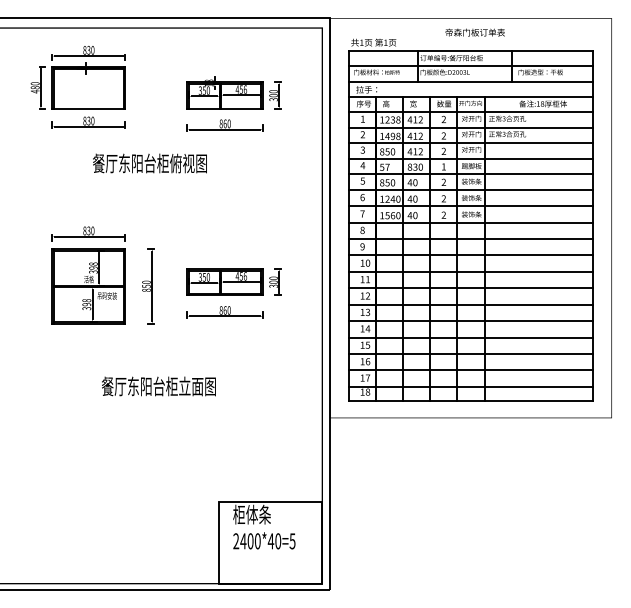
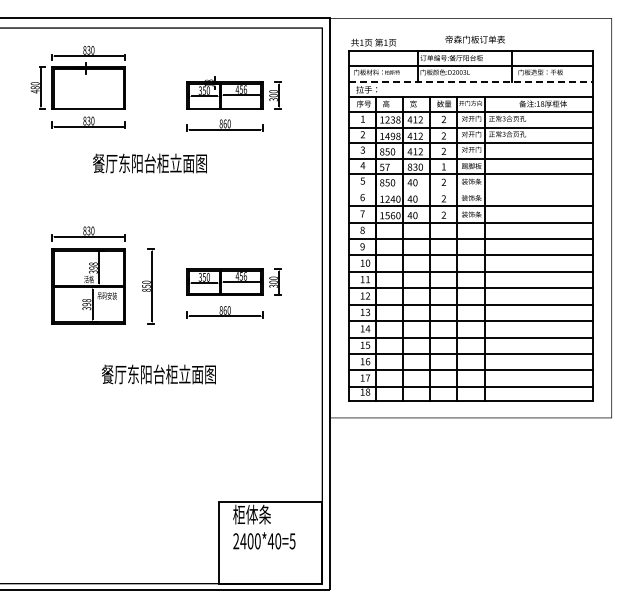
text at (474, 32) position: (474, 32) -> (474, 39)
line at (471, 81): solid -> dashed
text at (181, 163): 餐厅东阳台柜俯视图 -> 餐厅东阳台柜立面图
line at (470, 189): present -> none
text at (158, 386) position: (158, 386) -> (158, 374)
